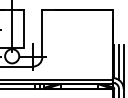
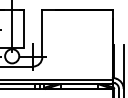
line at (119, 62): present -> none
